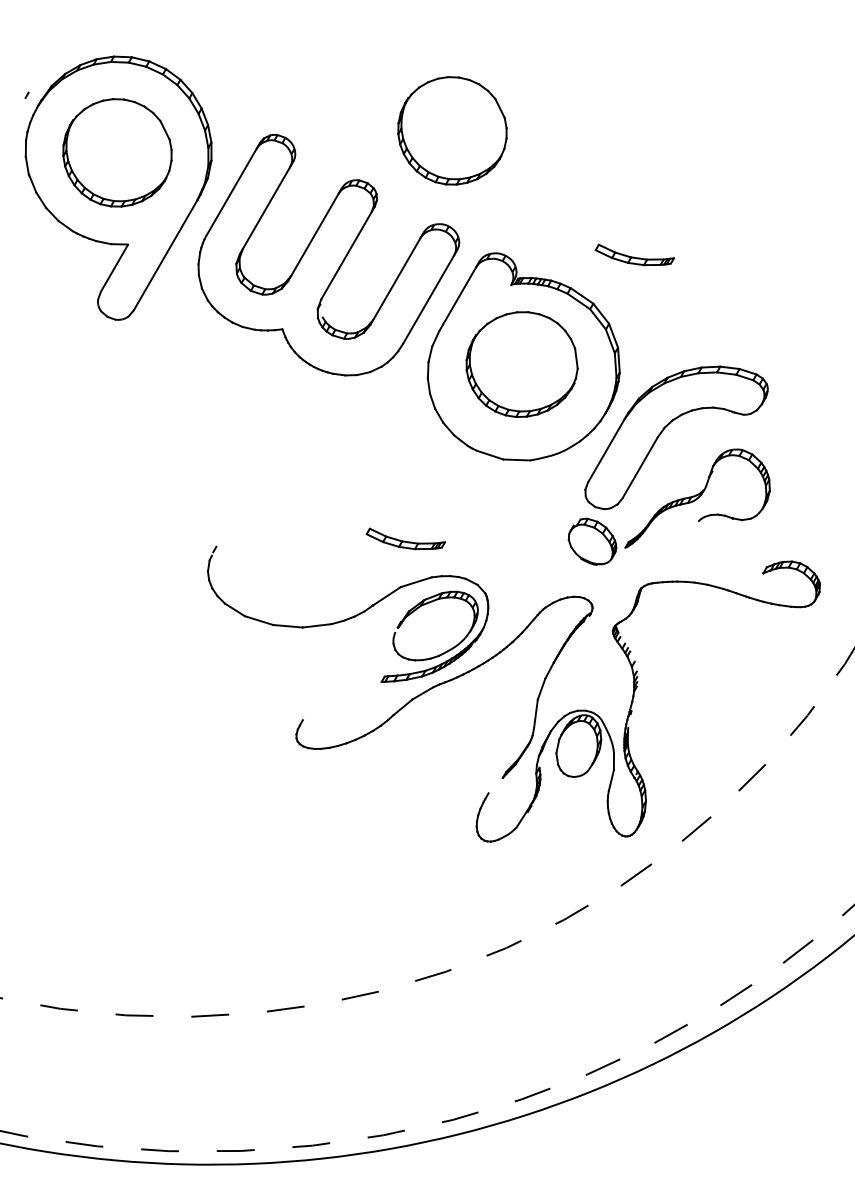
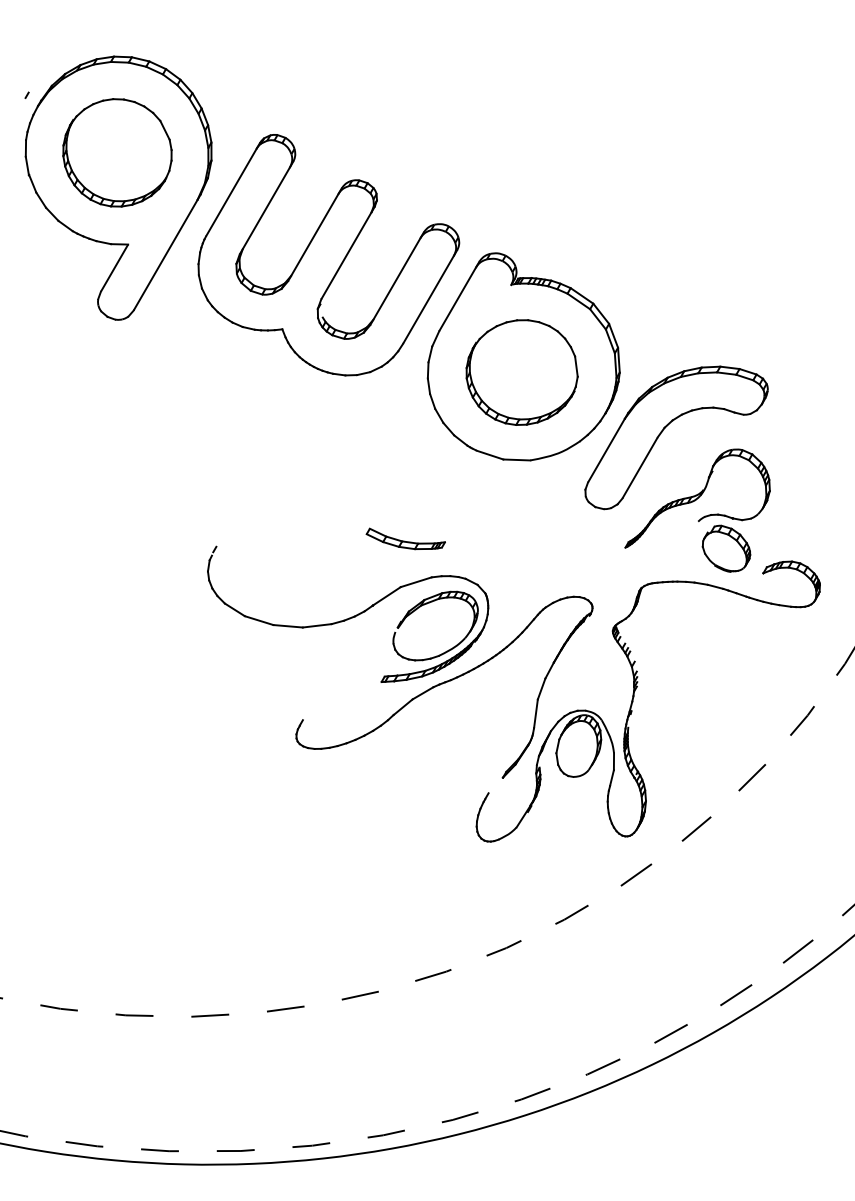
part at (452, 130): present -> none
part at (634, 254): present -> none
part at (521, 364) position: (521, 364) -> (521, 372)
part at (592, 541) position: (592, 541) -> (726, 548)
